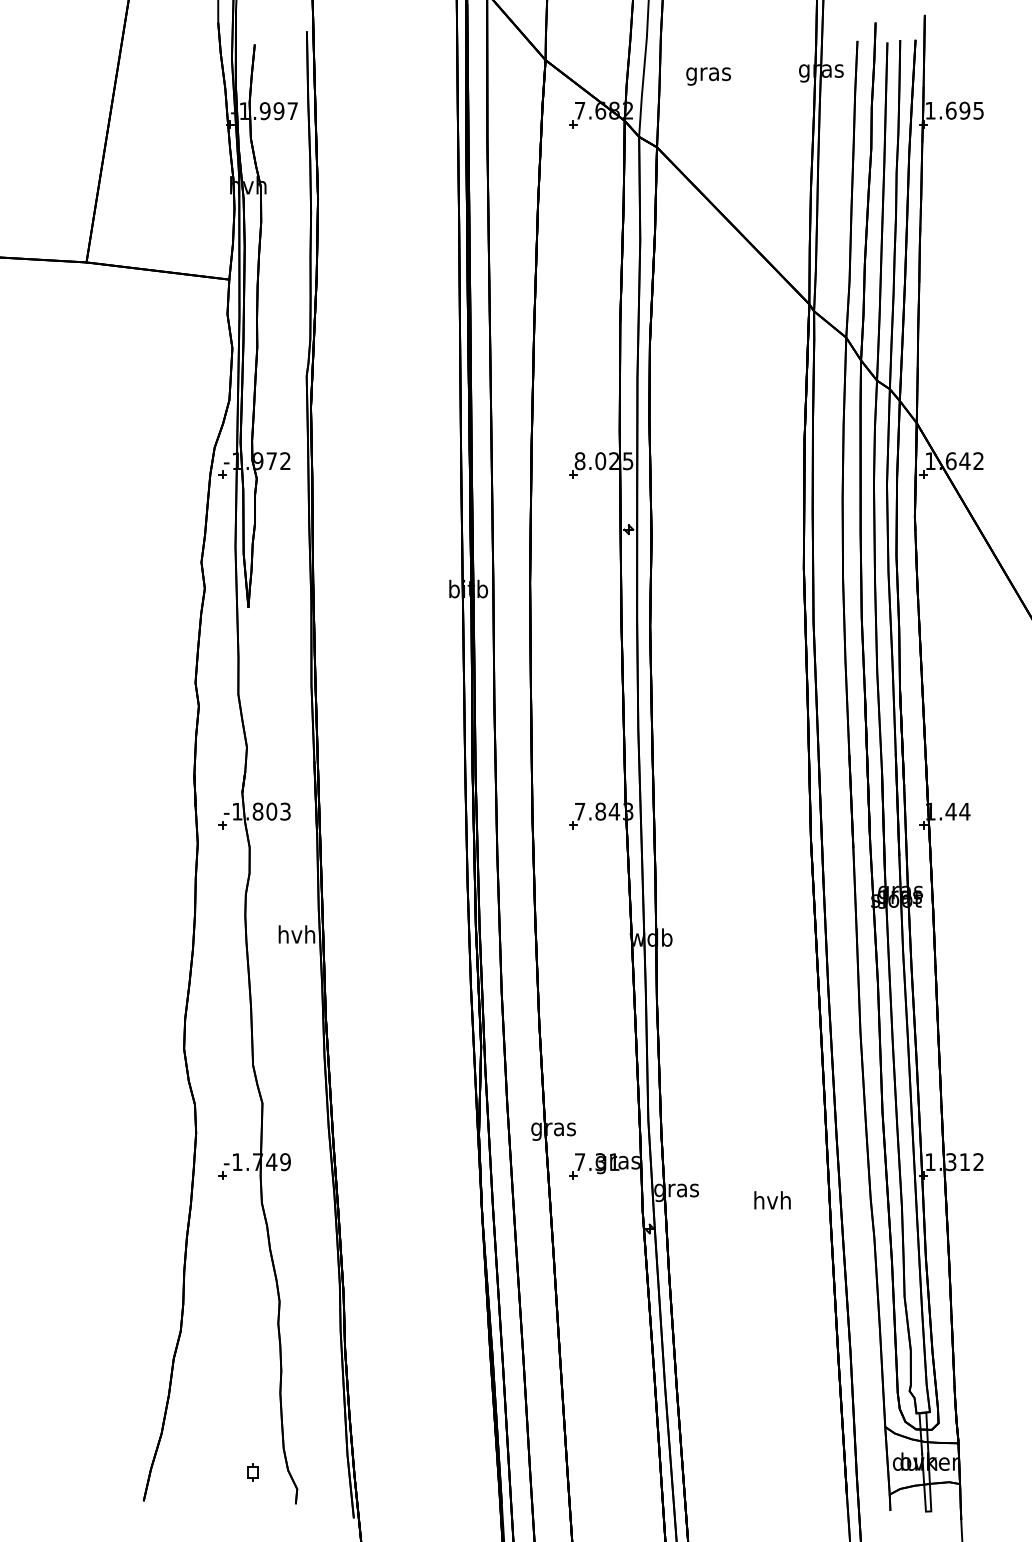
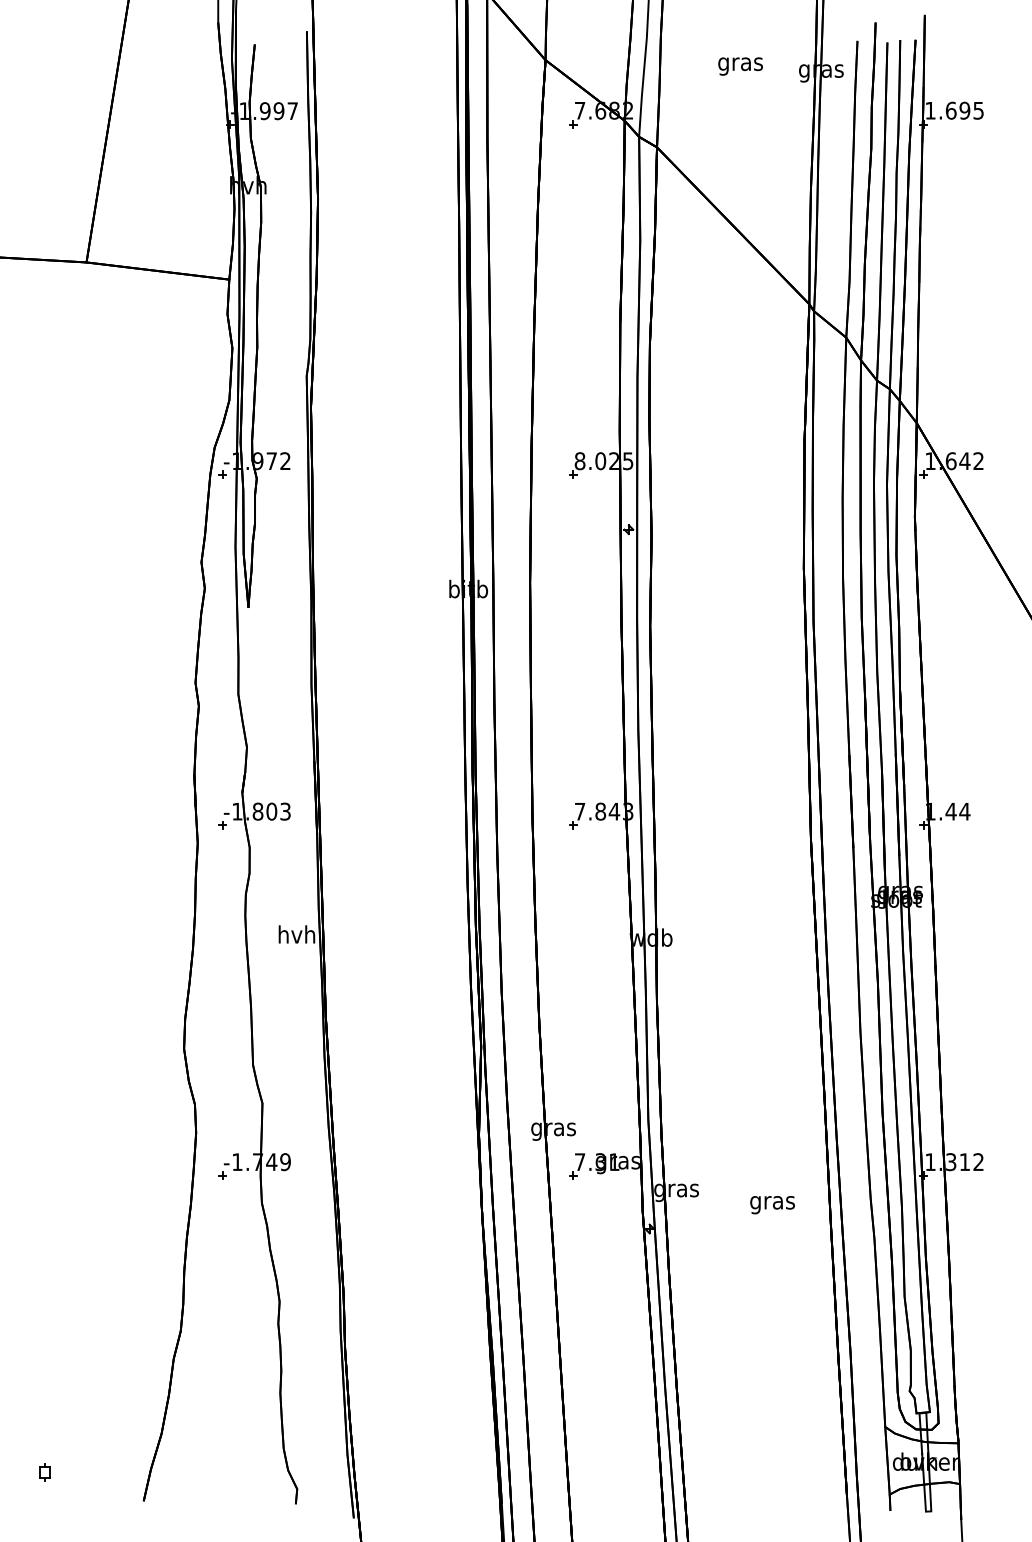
text at (708, 76) position: (708, 76) -> (740, 66)
text at (772, 1202): hvh -> gras
part at (252, 1472) position: (252, 1472) -> (44, 1472)
